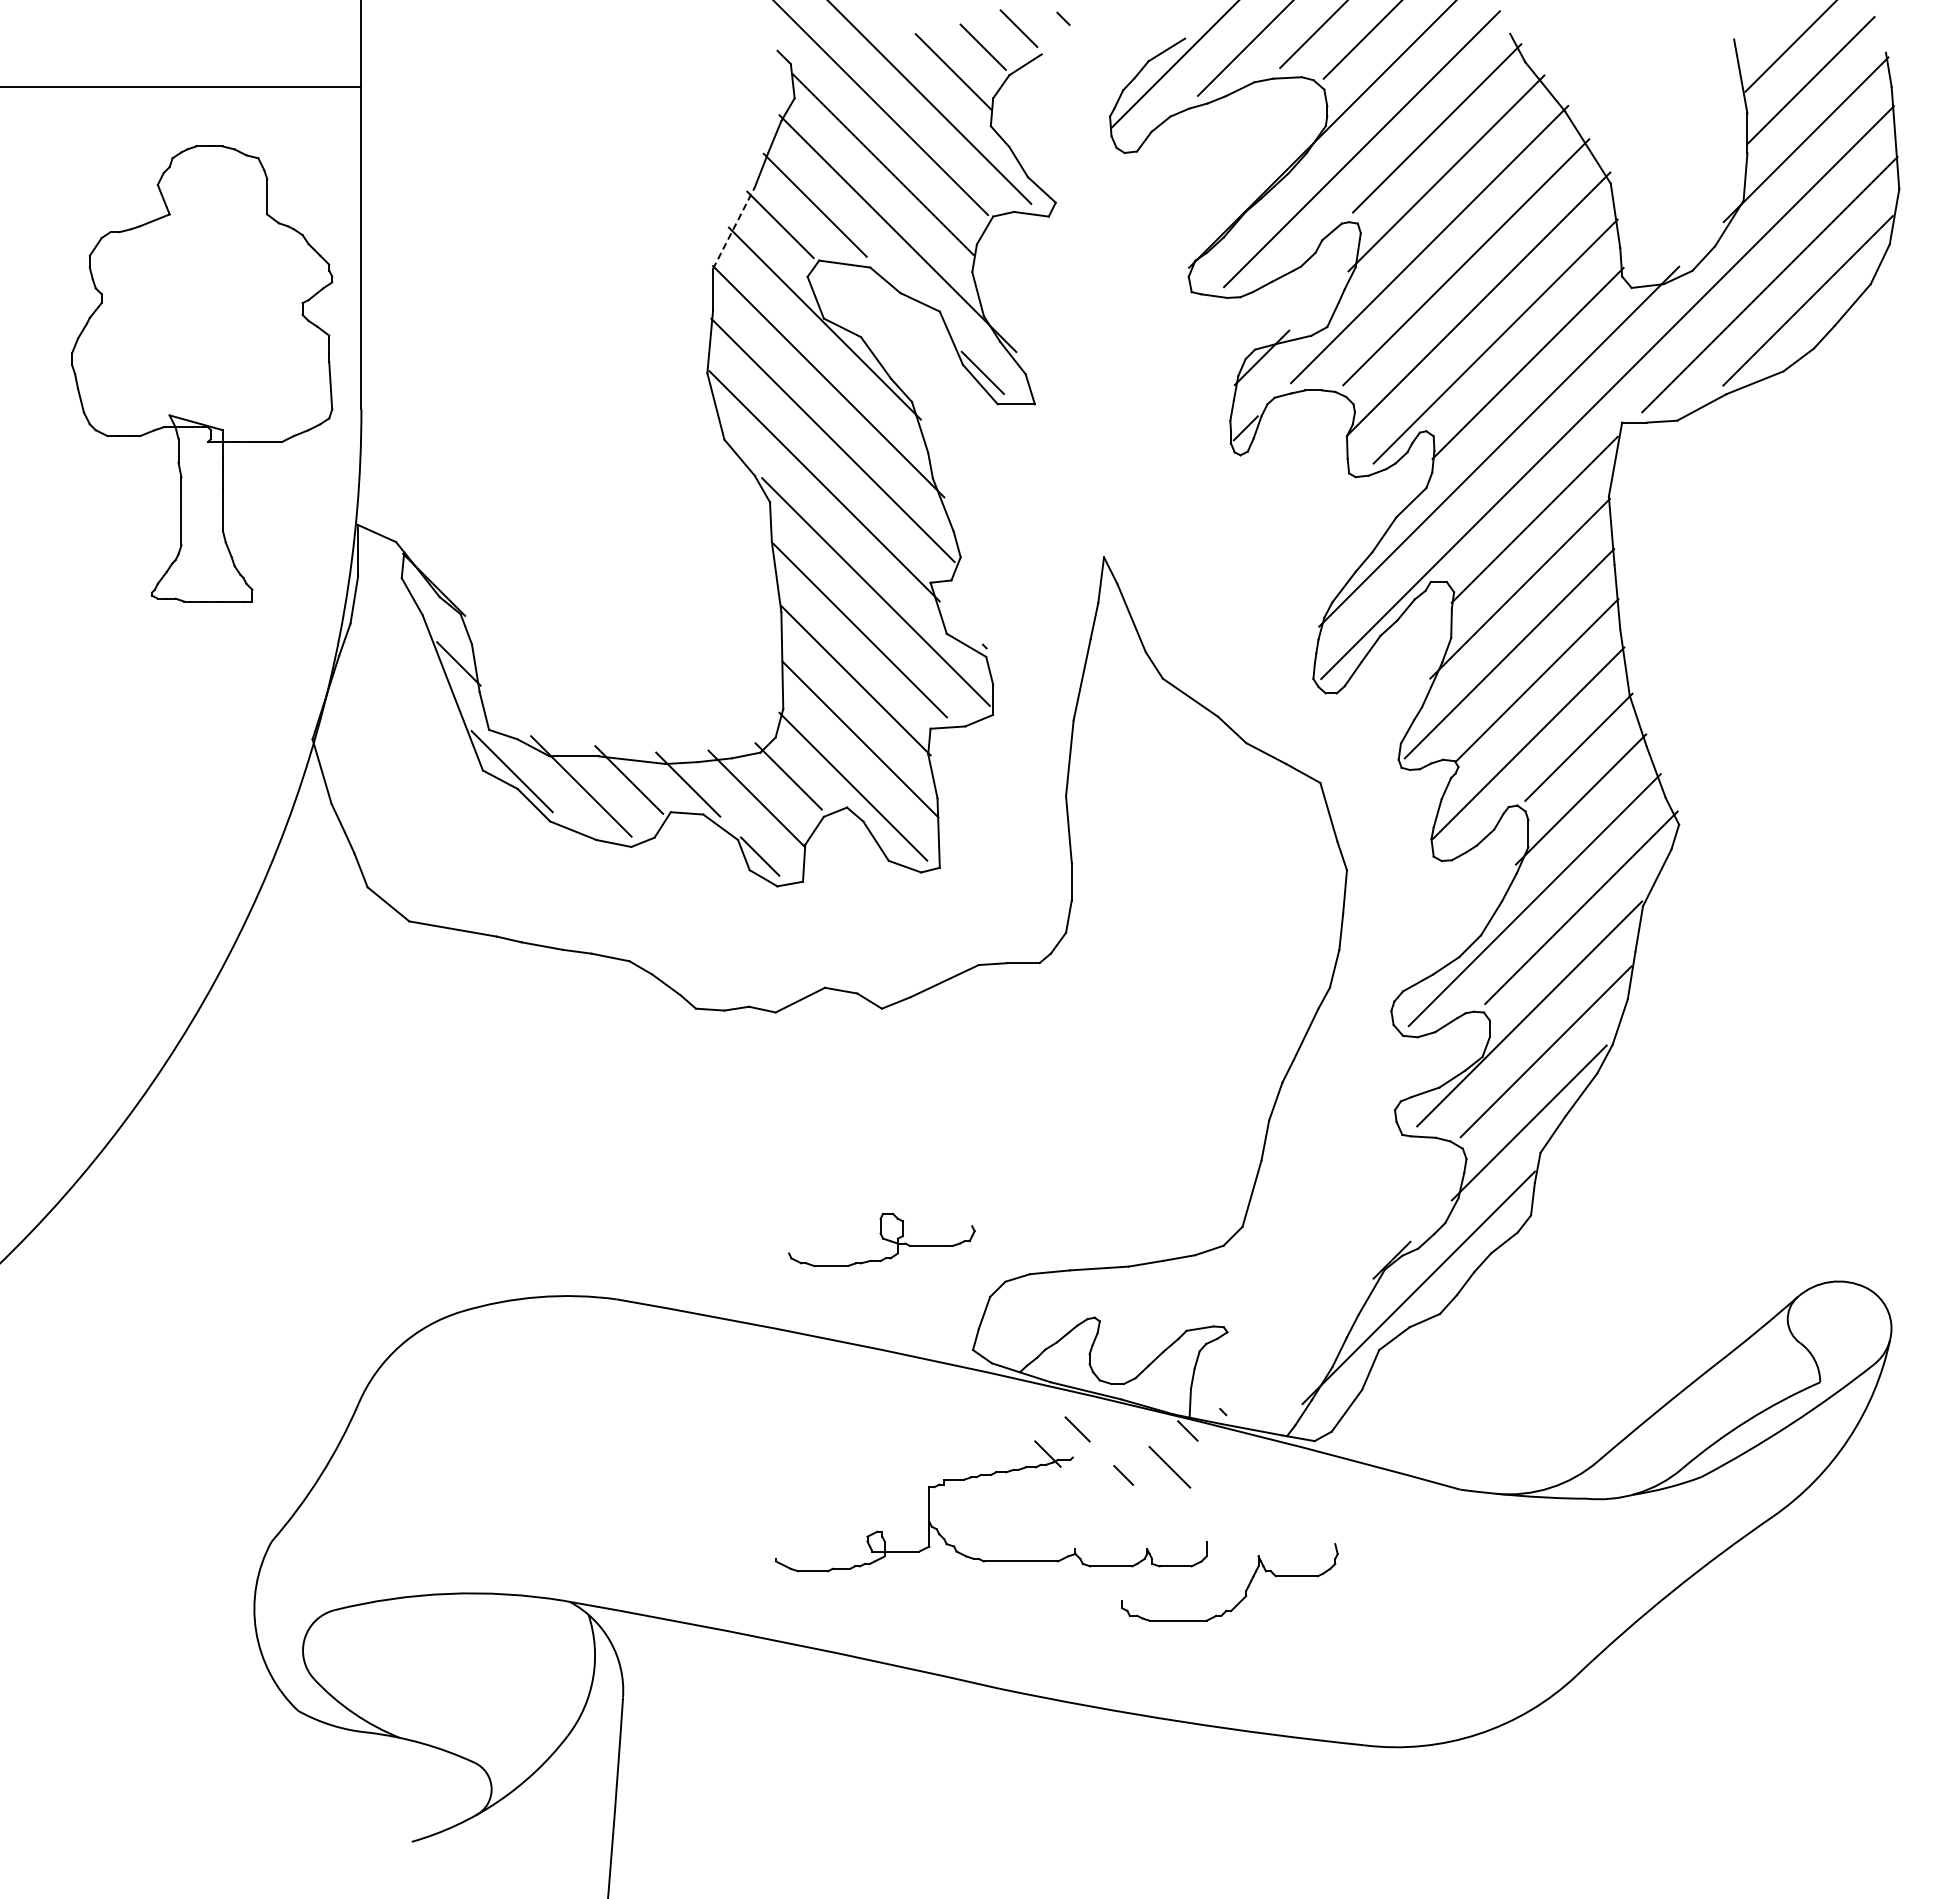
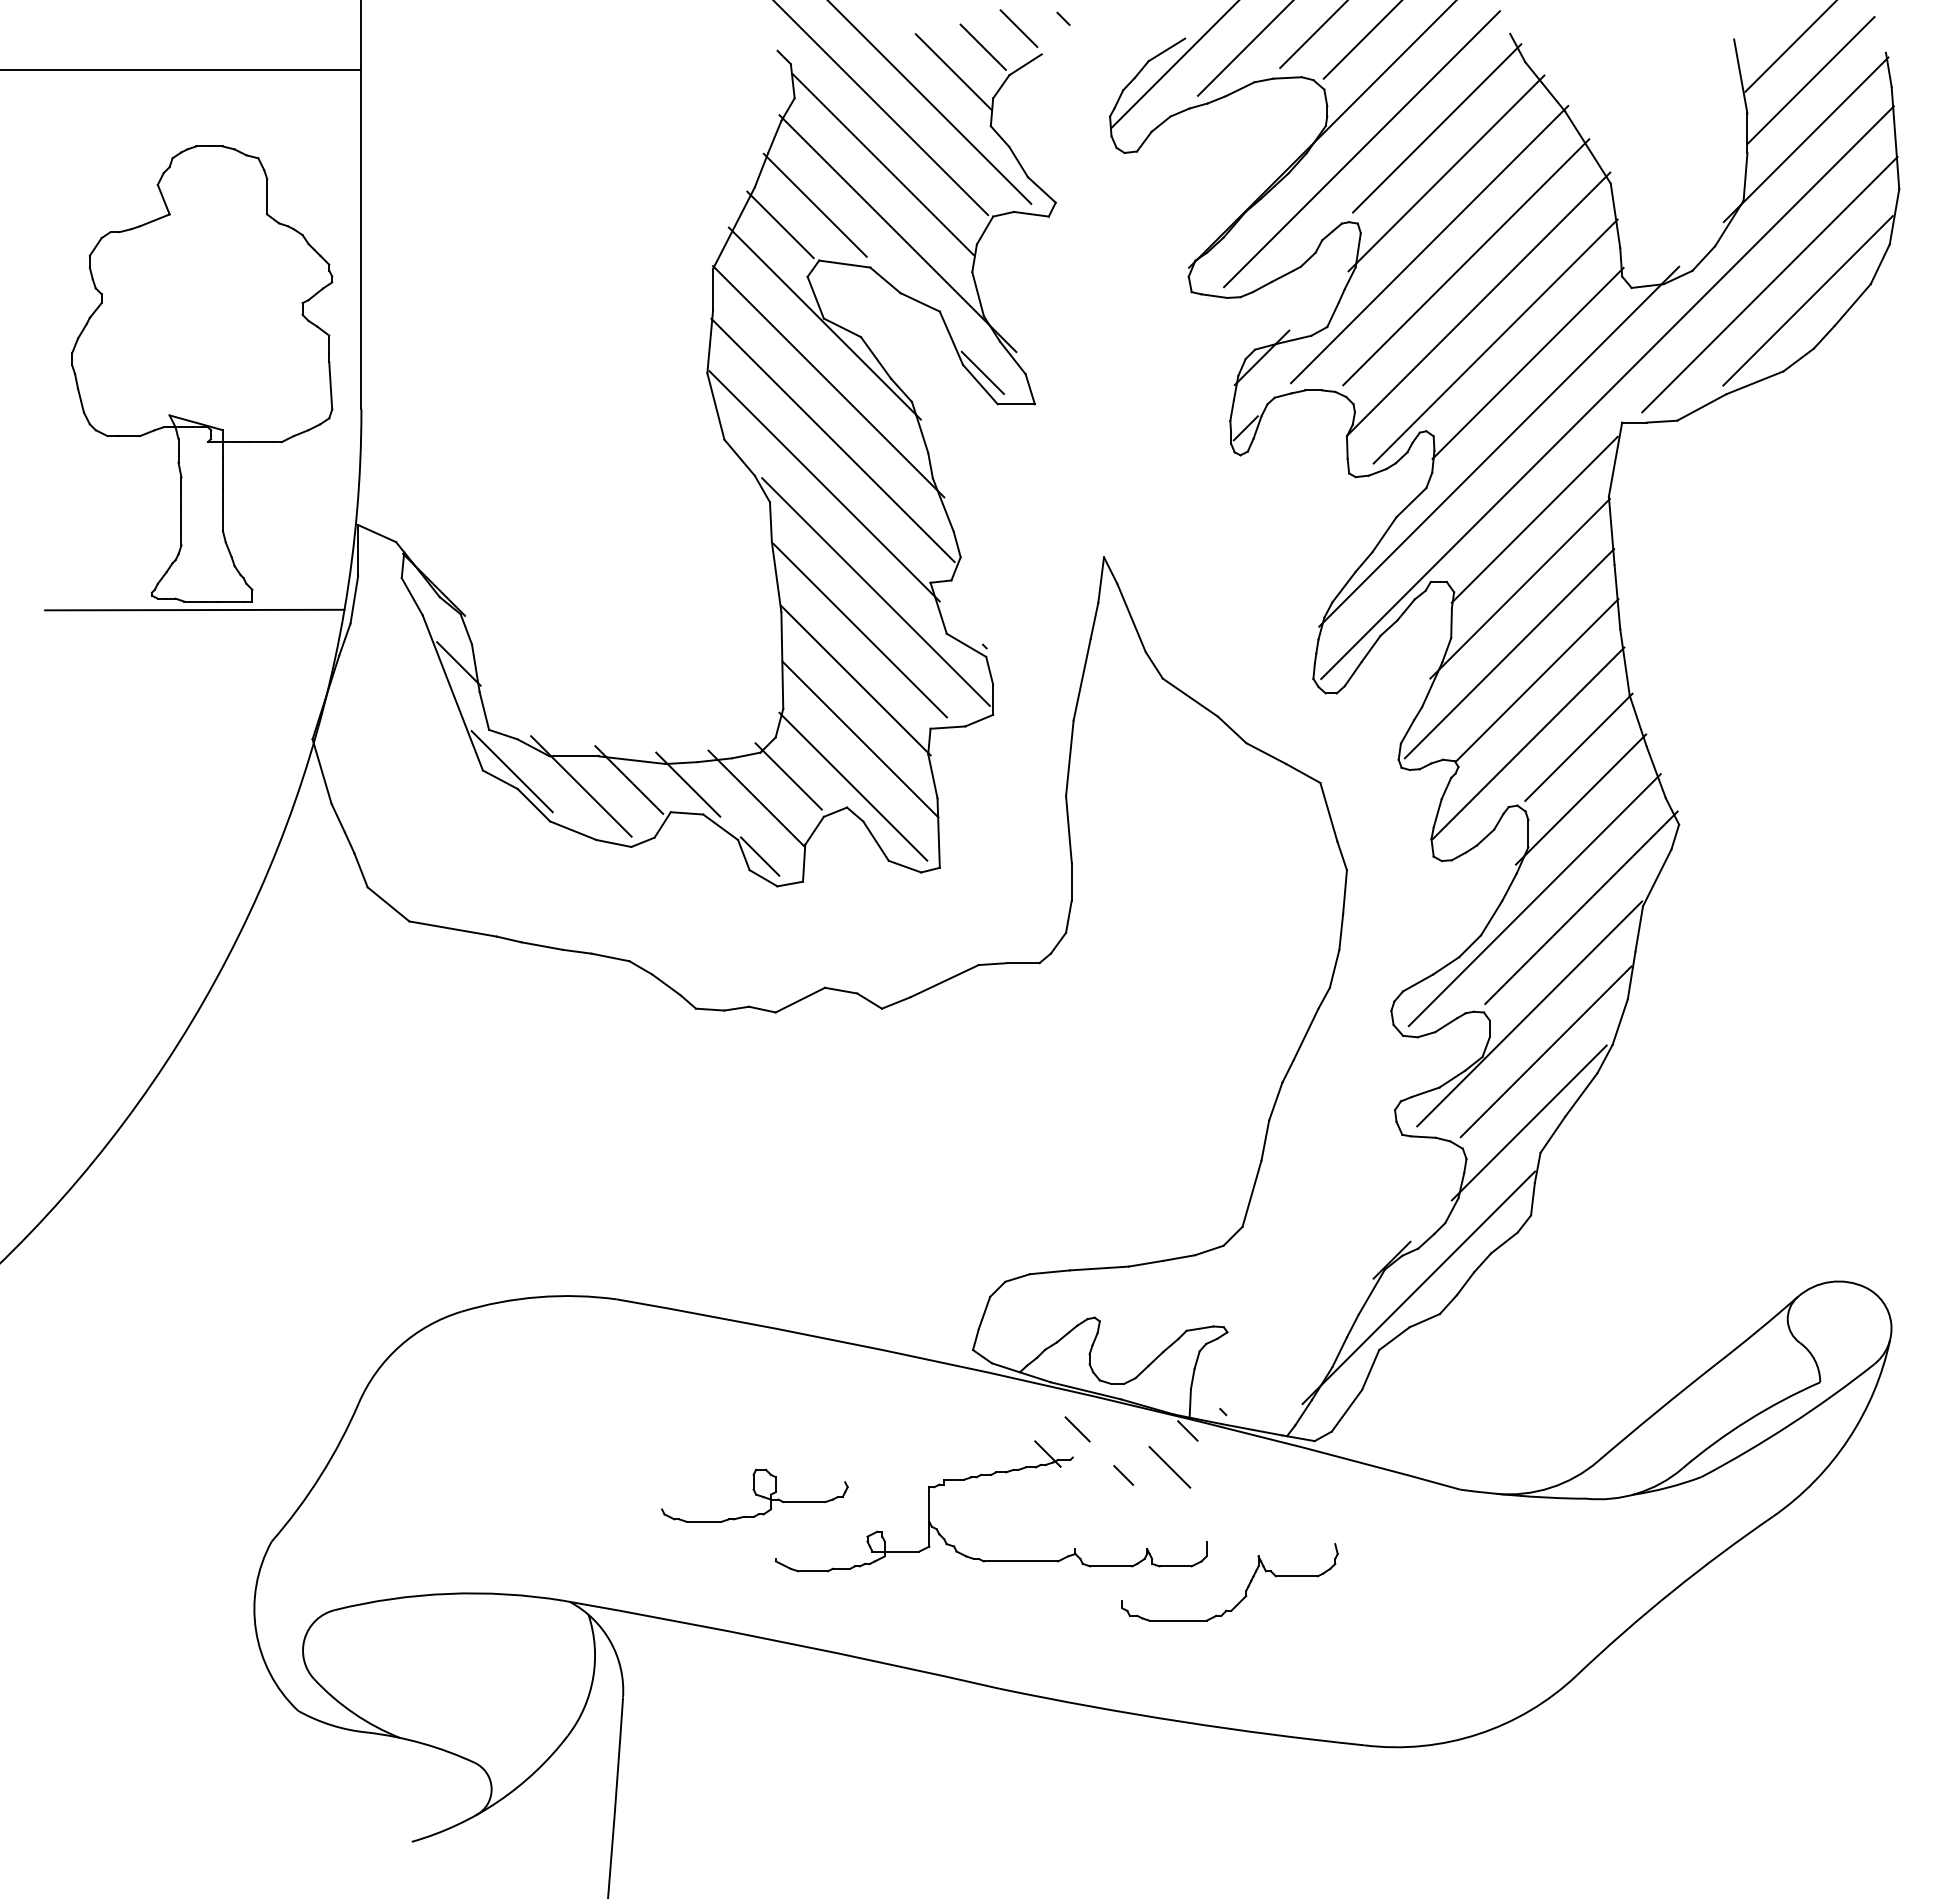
line at (181, 87) position: (181, 87) -> (181, 70)
line at (733, 228): dashed -> solid
line at (194, 609): none -> present
part at (881, 1239) position: (881, 1239) -> (754, 1495)
